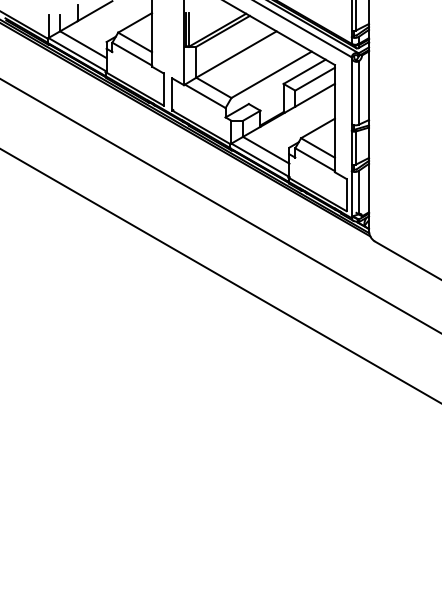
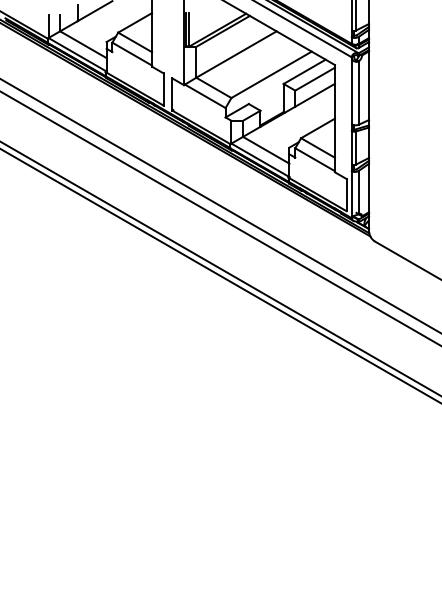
line at (220, 218): none -> present
line at (220, 268): none -> present
